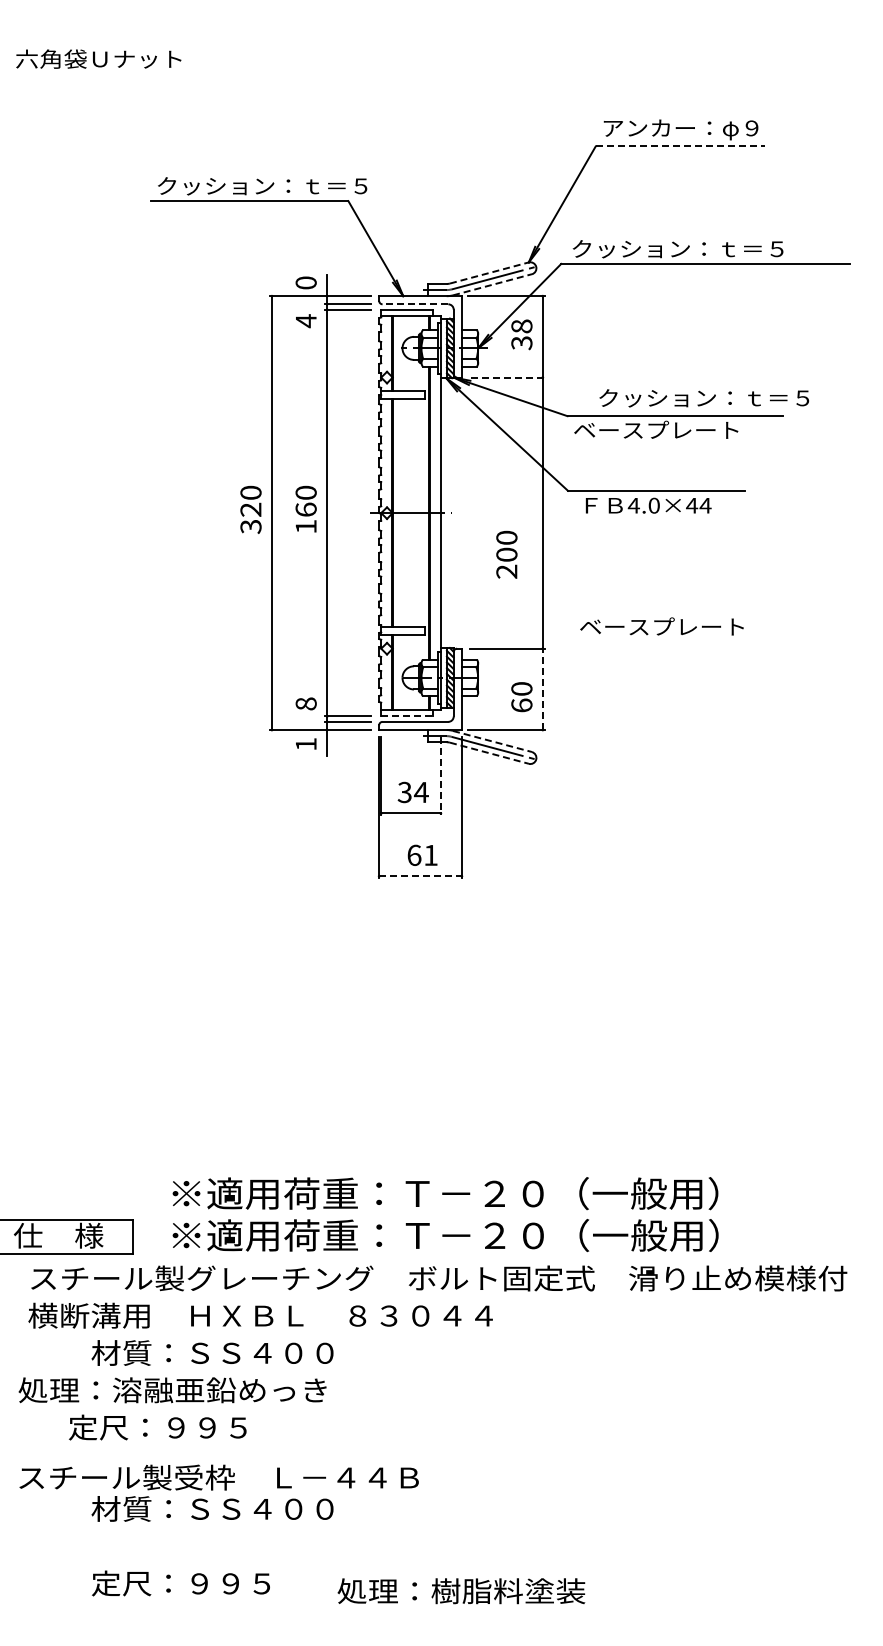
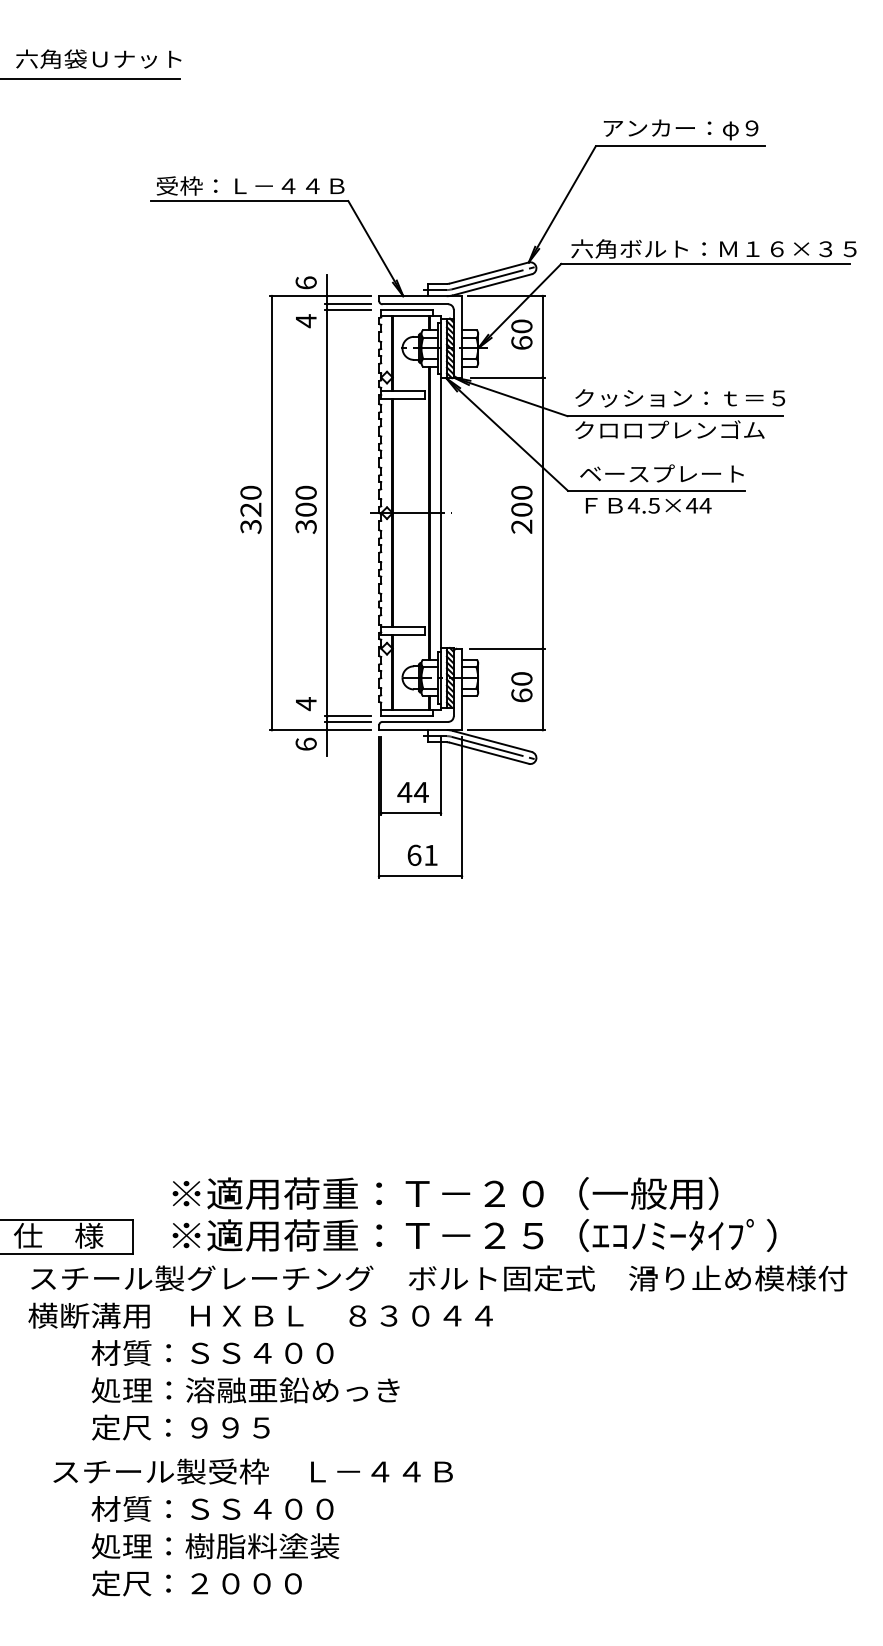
line at (91, 78): none -> present
line at (680, 146): dashed -> solid
text at (261, 185): クッション：ｔ＝５ -> 受枠：Ｌ－４４Ｂ
text at (713, 248): クッション：ｔ＝５ -> 六角ボルト：Ｍ１６×３５
line at (489, 273): dashed -> solid
text at (305, 282): 0 -> 6
line at (492, 284): dashed -> solid
line at (415, 304): dashed -> solid
text at (521, 334): 38 -> 60
line at (507, 377): dashed -> solid
text at (703, 398) position: (703, 398) -> (679, 398)
text at (669, 429): ベースプレート -> クロロプレンゴム
text at (653, 505): 4.0×44 -> 4.5×44
text at (305, 517): 160 -> 300
text at (506, 554) position: (506, 554) -> (521, 509)
text at (661, 626) position: (661, 626) -> (661, 473)
line at (542, 689): dashed -> solid
text at (521, 697) position: (521, 697) -> (521, 687)
text at (305, 704): 8 -> 4
line at (406, 716): dashed -> solid
line at (492, 741): dashed -> solid
text at (305, 743): 1 -> 6
line at (489, 753): dashed -> solid
line at (440, 776): dashed -> solid
text at (404, 792): 34 -> 44
line at (421, 876): dashed -> solid
text at (649, 1235): ※適用荷重：Ｔ－２０（一般用） -> ※適用荷重：Ｔ－２５（ｴｺﾉﾐｰﾀｲﾌﾟ）
text at (172, 1390) position: (172, 1390) -> (245, 1390)
text at (157, 1427) position: (157, 1427) -> (180, 1427)
text at (218, 1477) position: (218, 1477) -> (252, 1471)
text at (246, 1583): 定尺：９９５ -> 定尺：２０００
text at (461, 1591) position: (461, 1591) -> (215, 1546)
